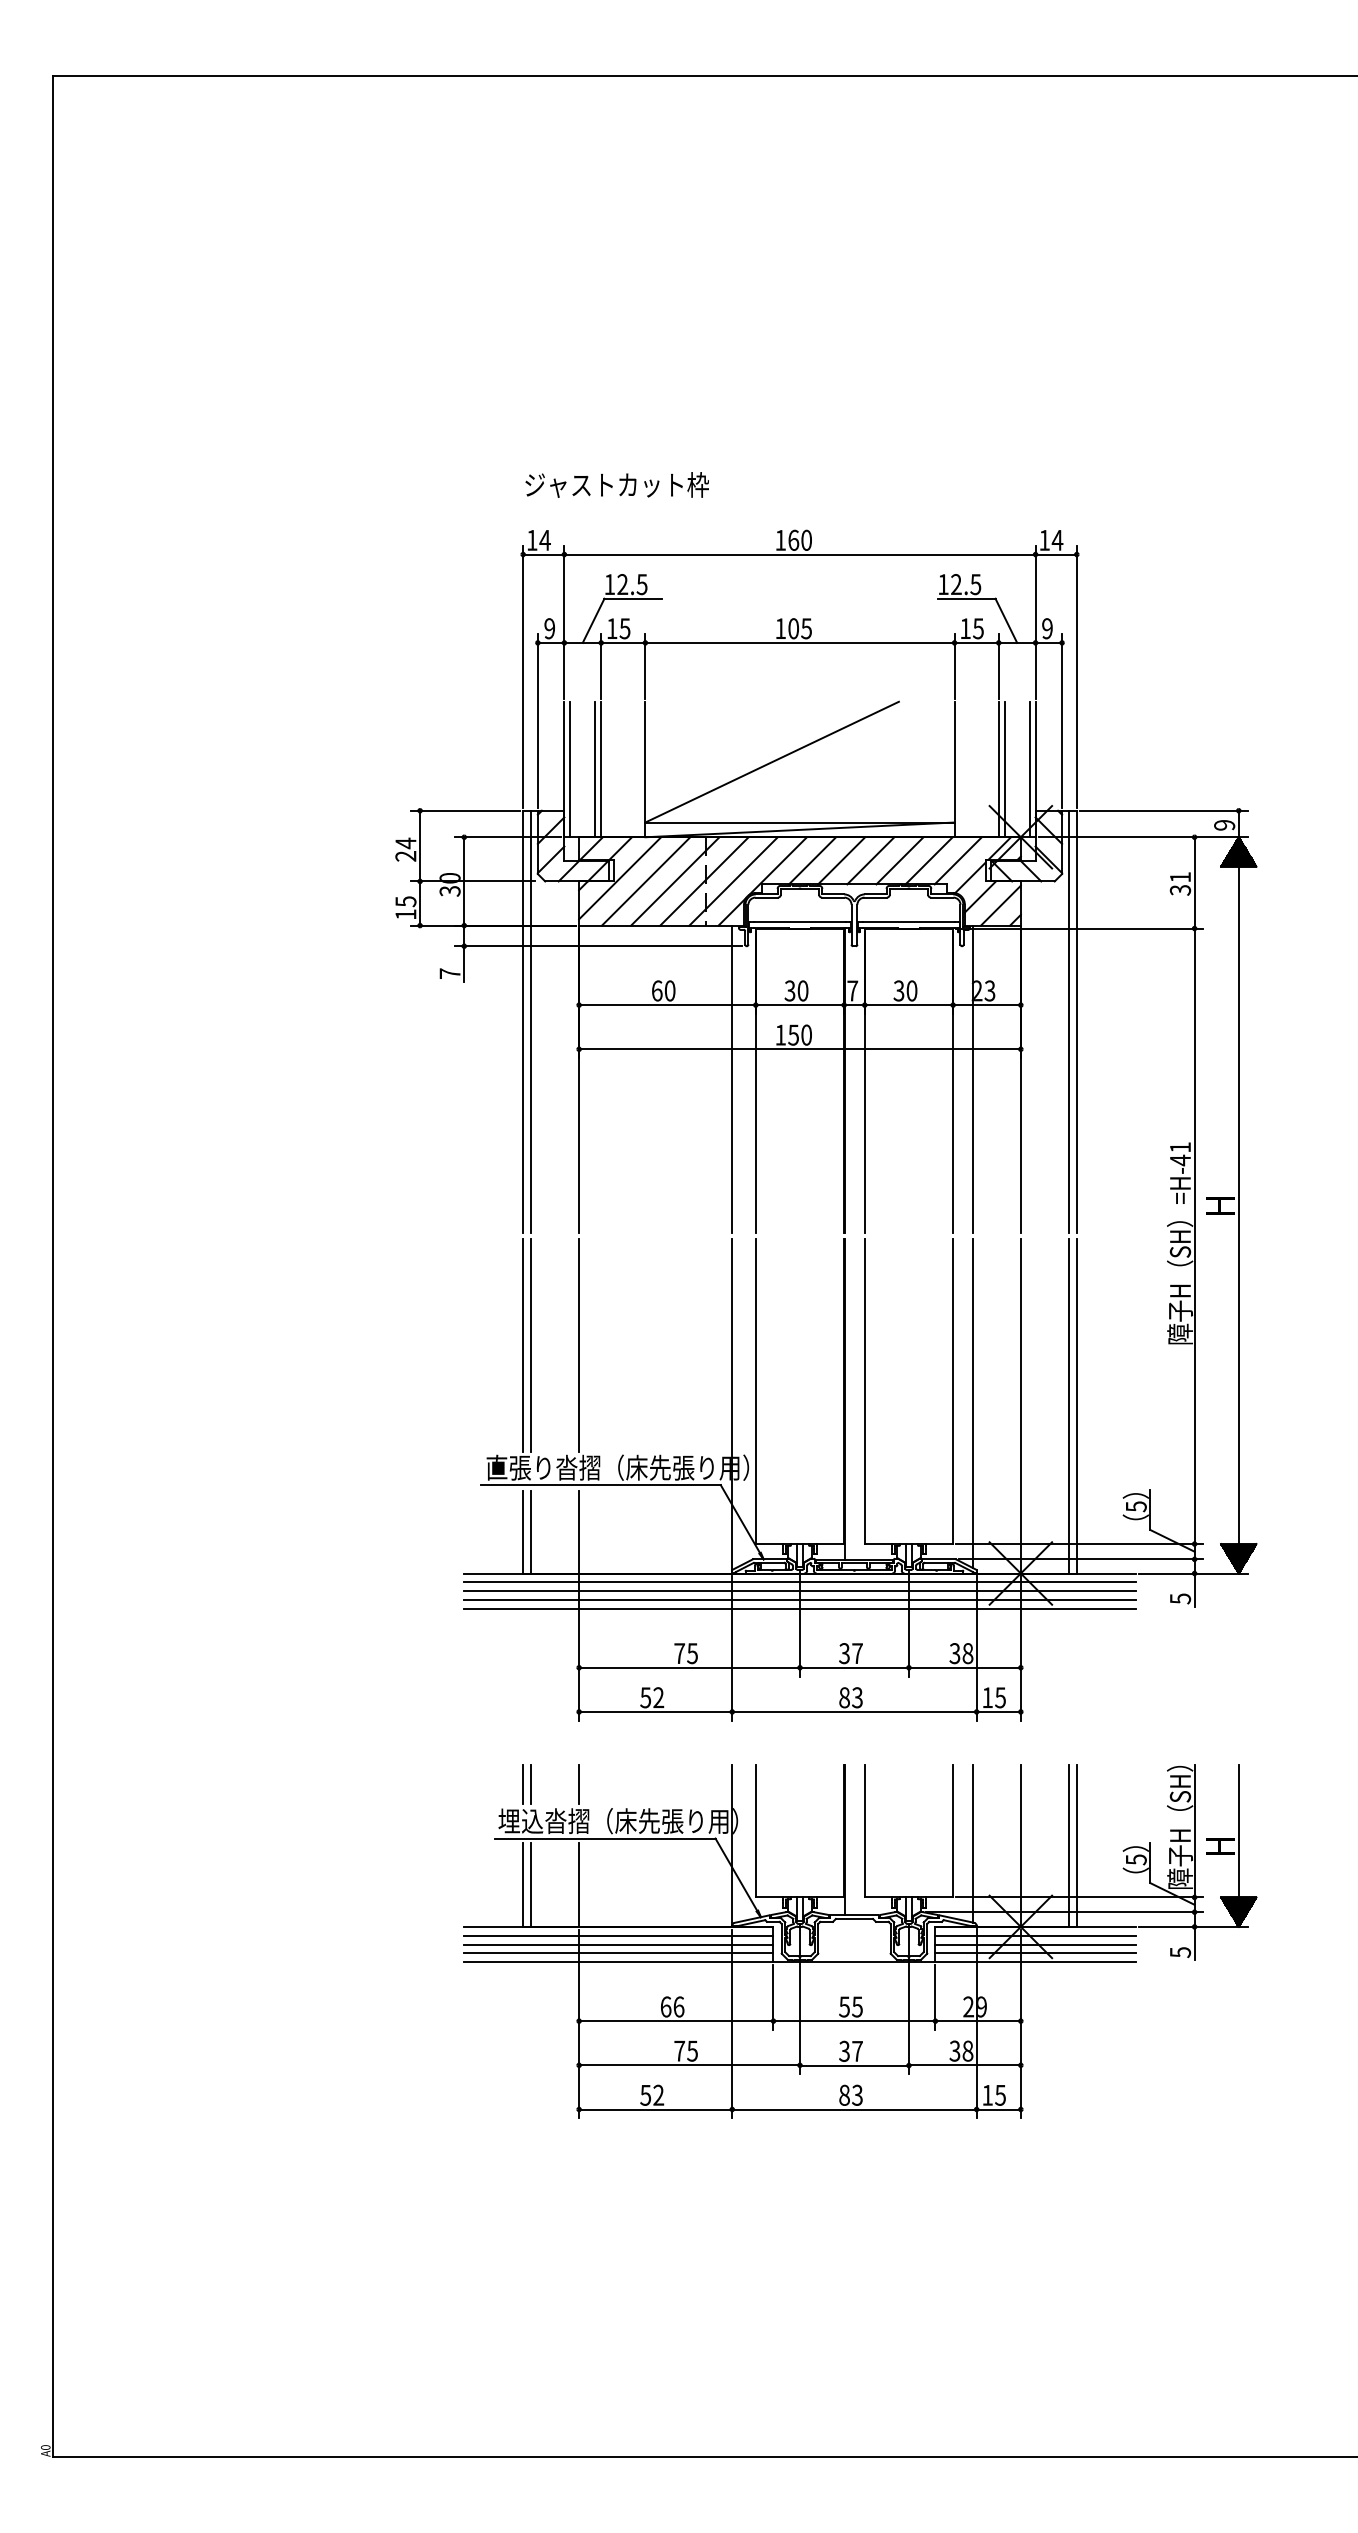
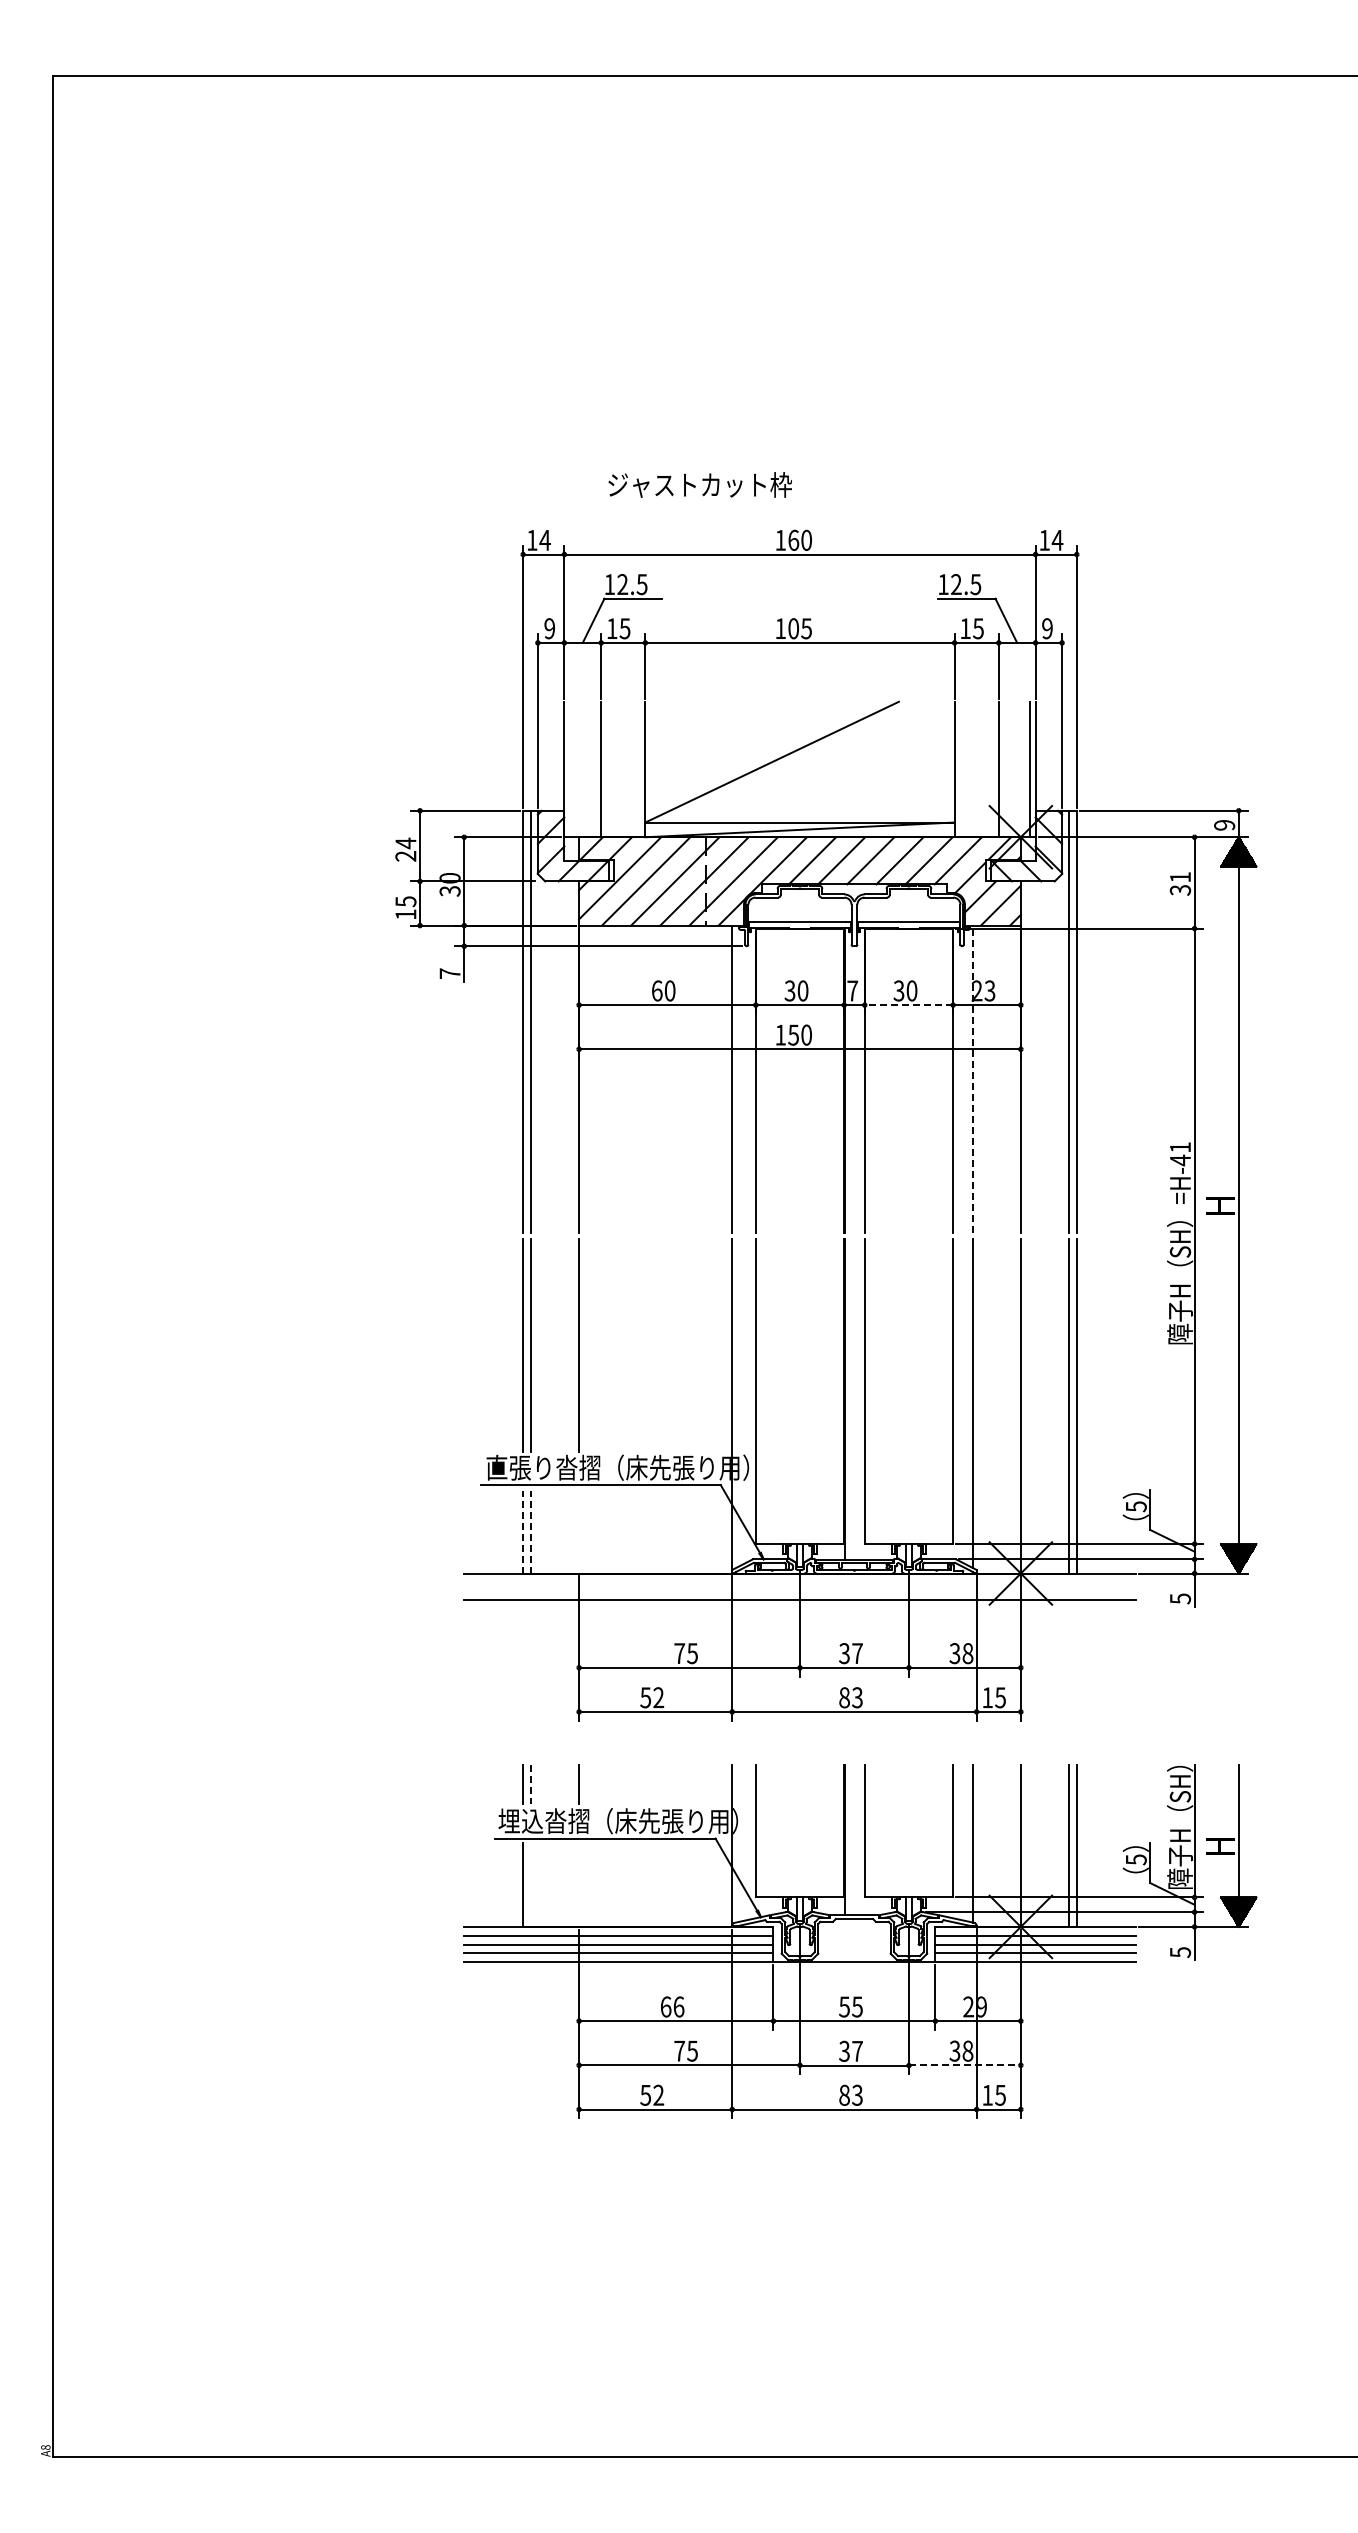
text at (616, 484) position: (616, 484) -> (699, 484)
line at (570, 769): present -> none
line at (595, 769): present -> none
line at (1004, 769): present -> none
line at (908, 1005): solid -> dashed
line at (973, 1079): solid -> dashed
line at (523, 1531): solid -> dashed
line at (530, 1531): solid -> dashed
line at (579, 1531): present -> none
line at (799, 1582): present -> none
line at (799, 1591): present -> none
line at (799, 1608): present -> none
line at (530, 1784): solid -> dashed
line at (530, 1884): present -> none
line at (579, 1884): present -> none
line at (964, 2065): solid -> dashed
text at (46, 2447): A0 -> A8
